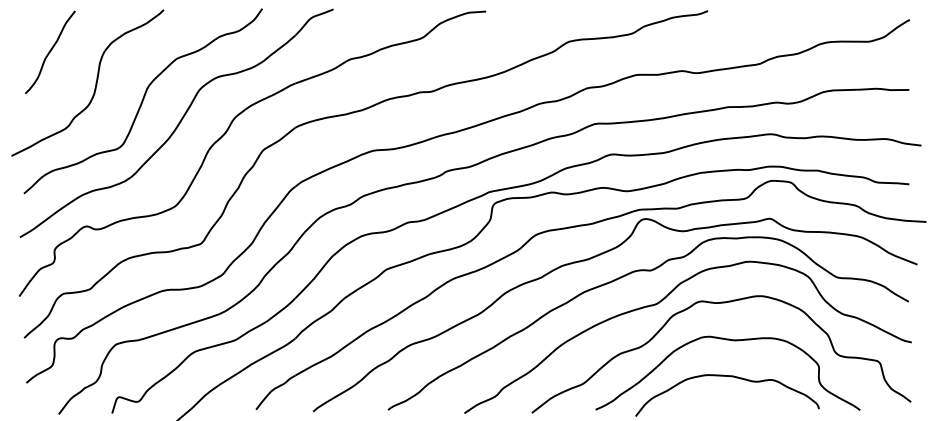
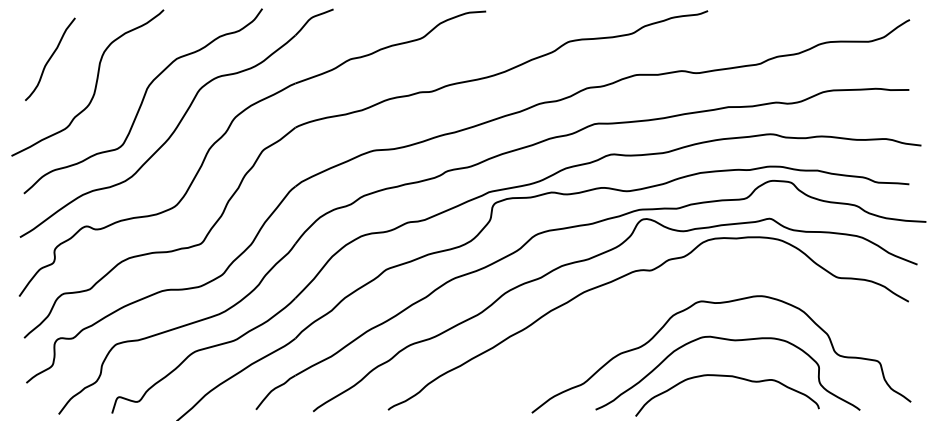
curve at (50, 51) position: (50, 51) -> (50, 58)
curve at (662, 301): present -> none
